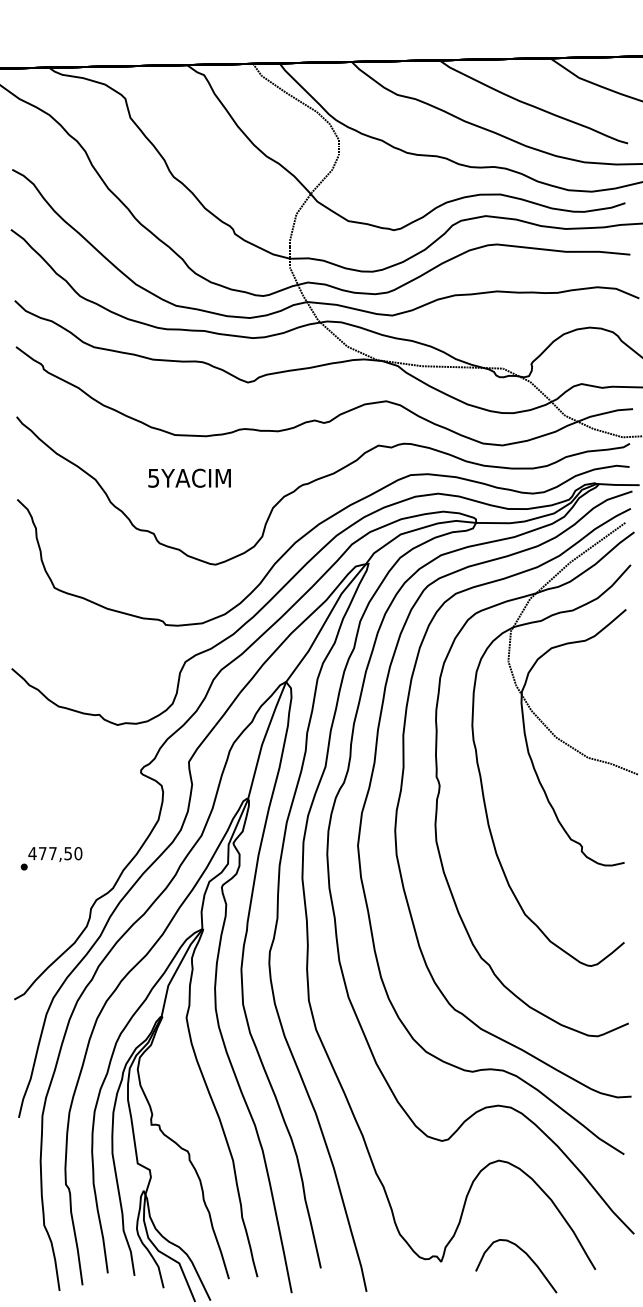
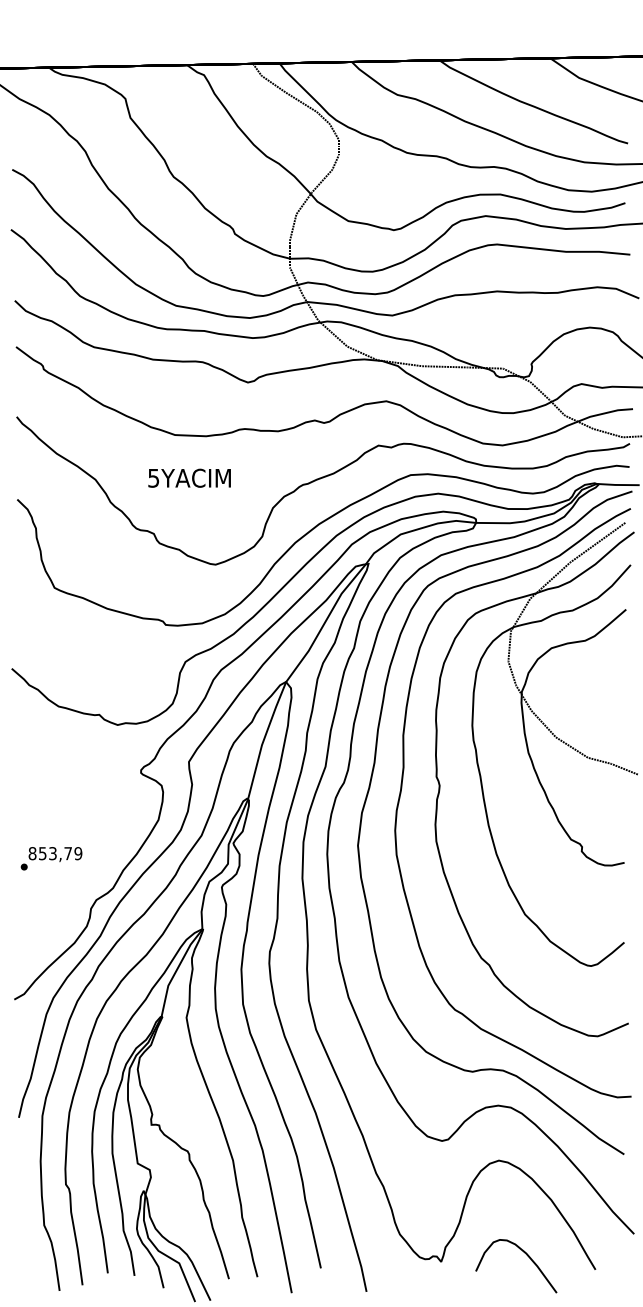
text at (55, 853): 477,50 -> 853,79
